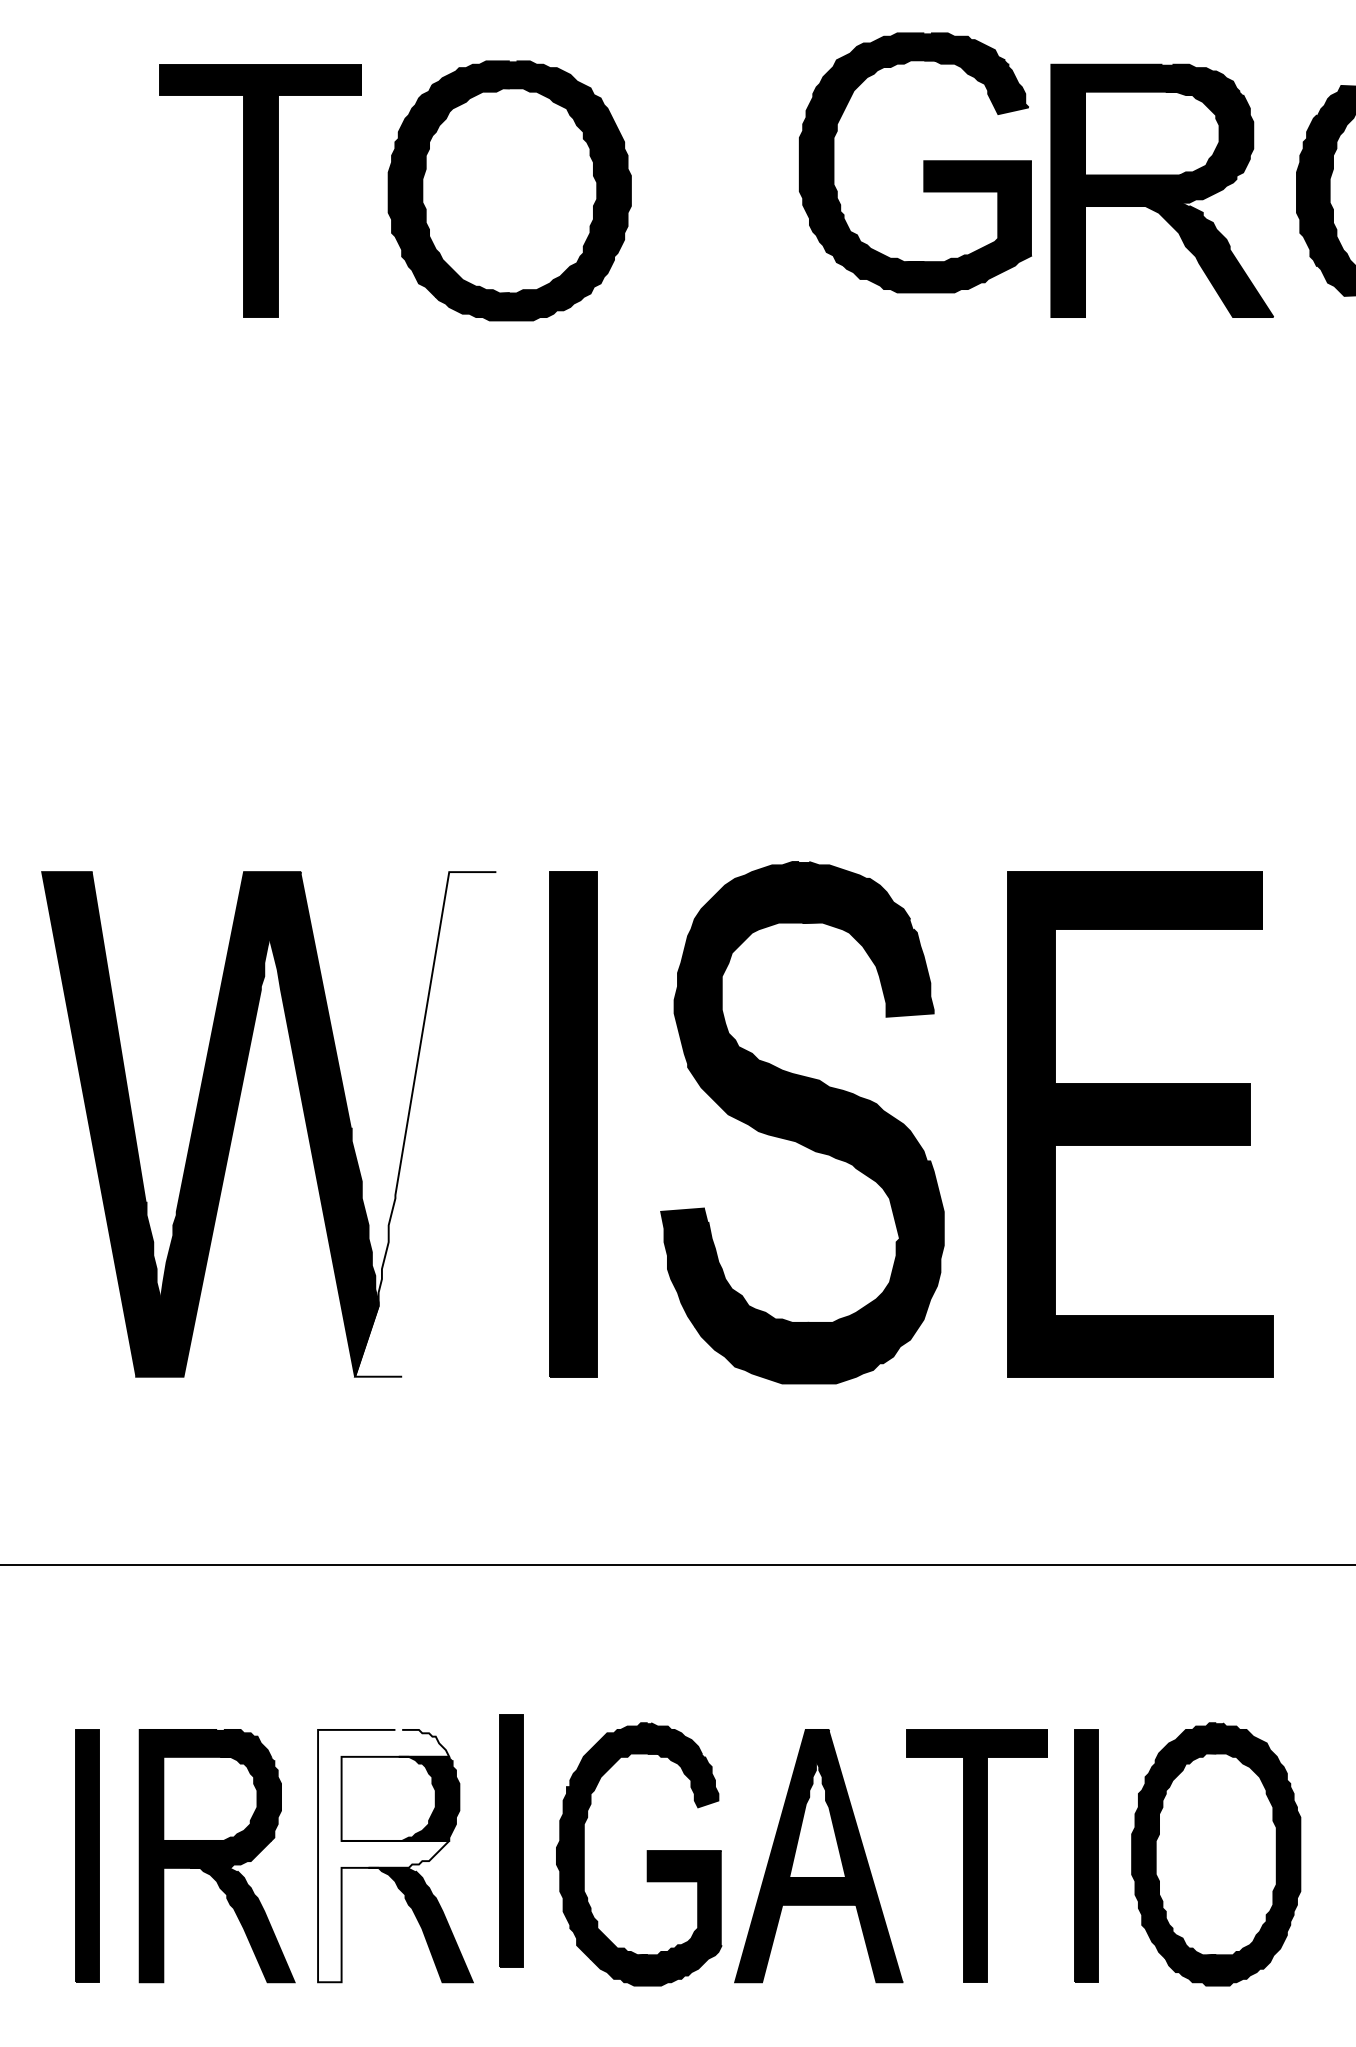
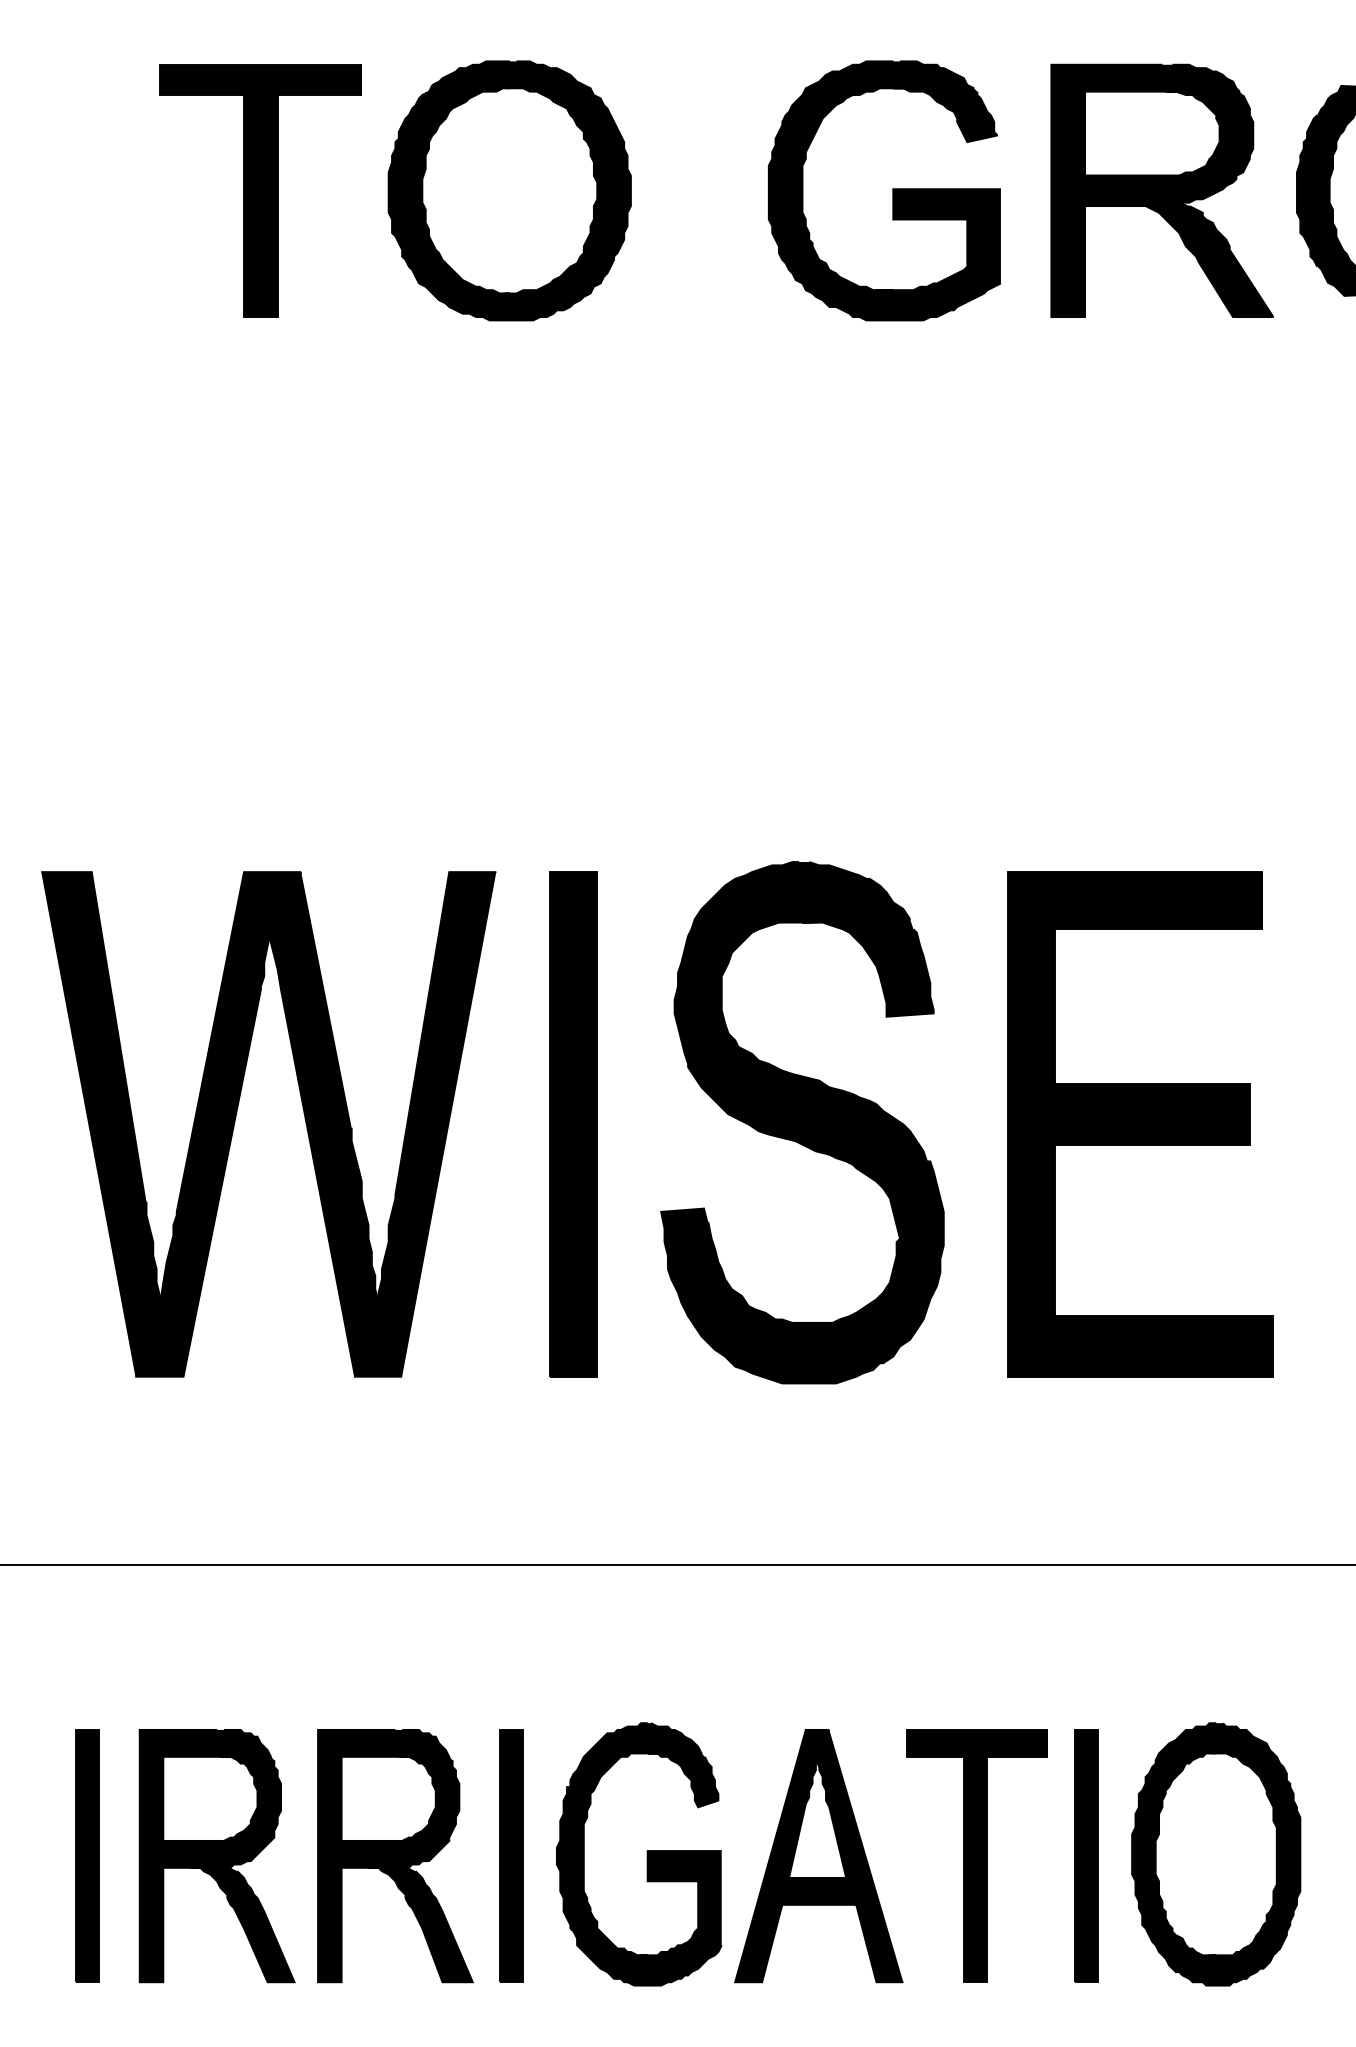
part at (923, 162) position: (923, 162) -> (892, 190)
fill at (425, 1124): none -> present
part at (511, 1840) position: (511, 1840) -> (511, 1855)
fill at (383, 1855): none -> present
